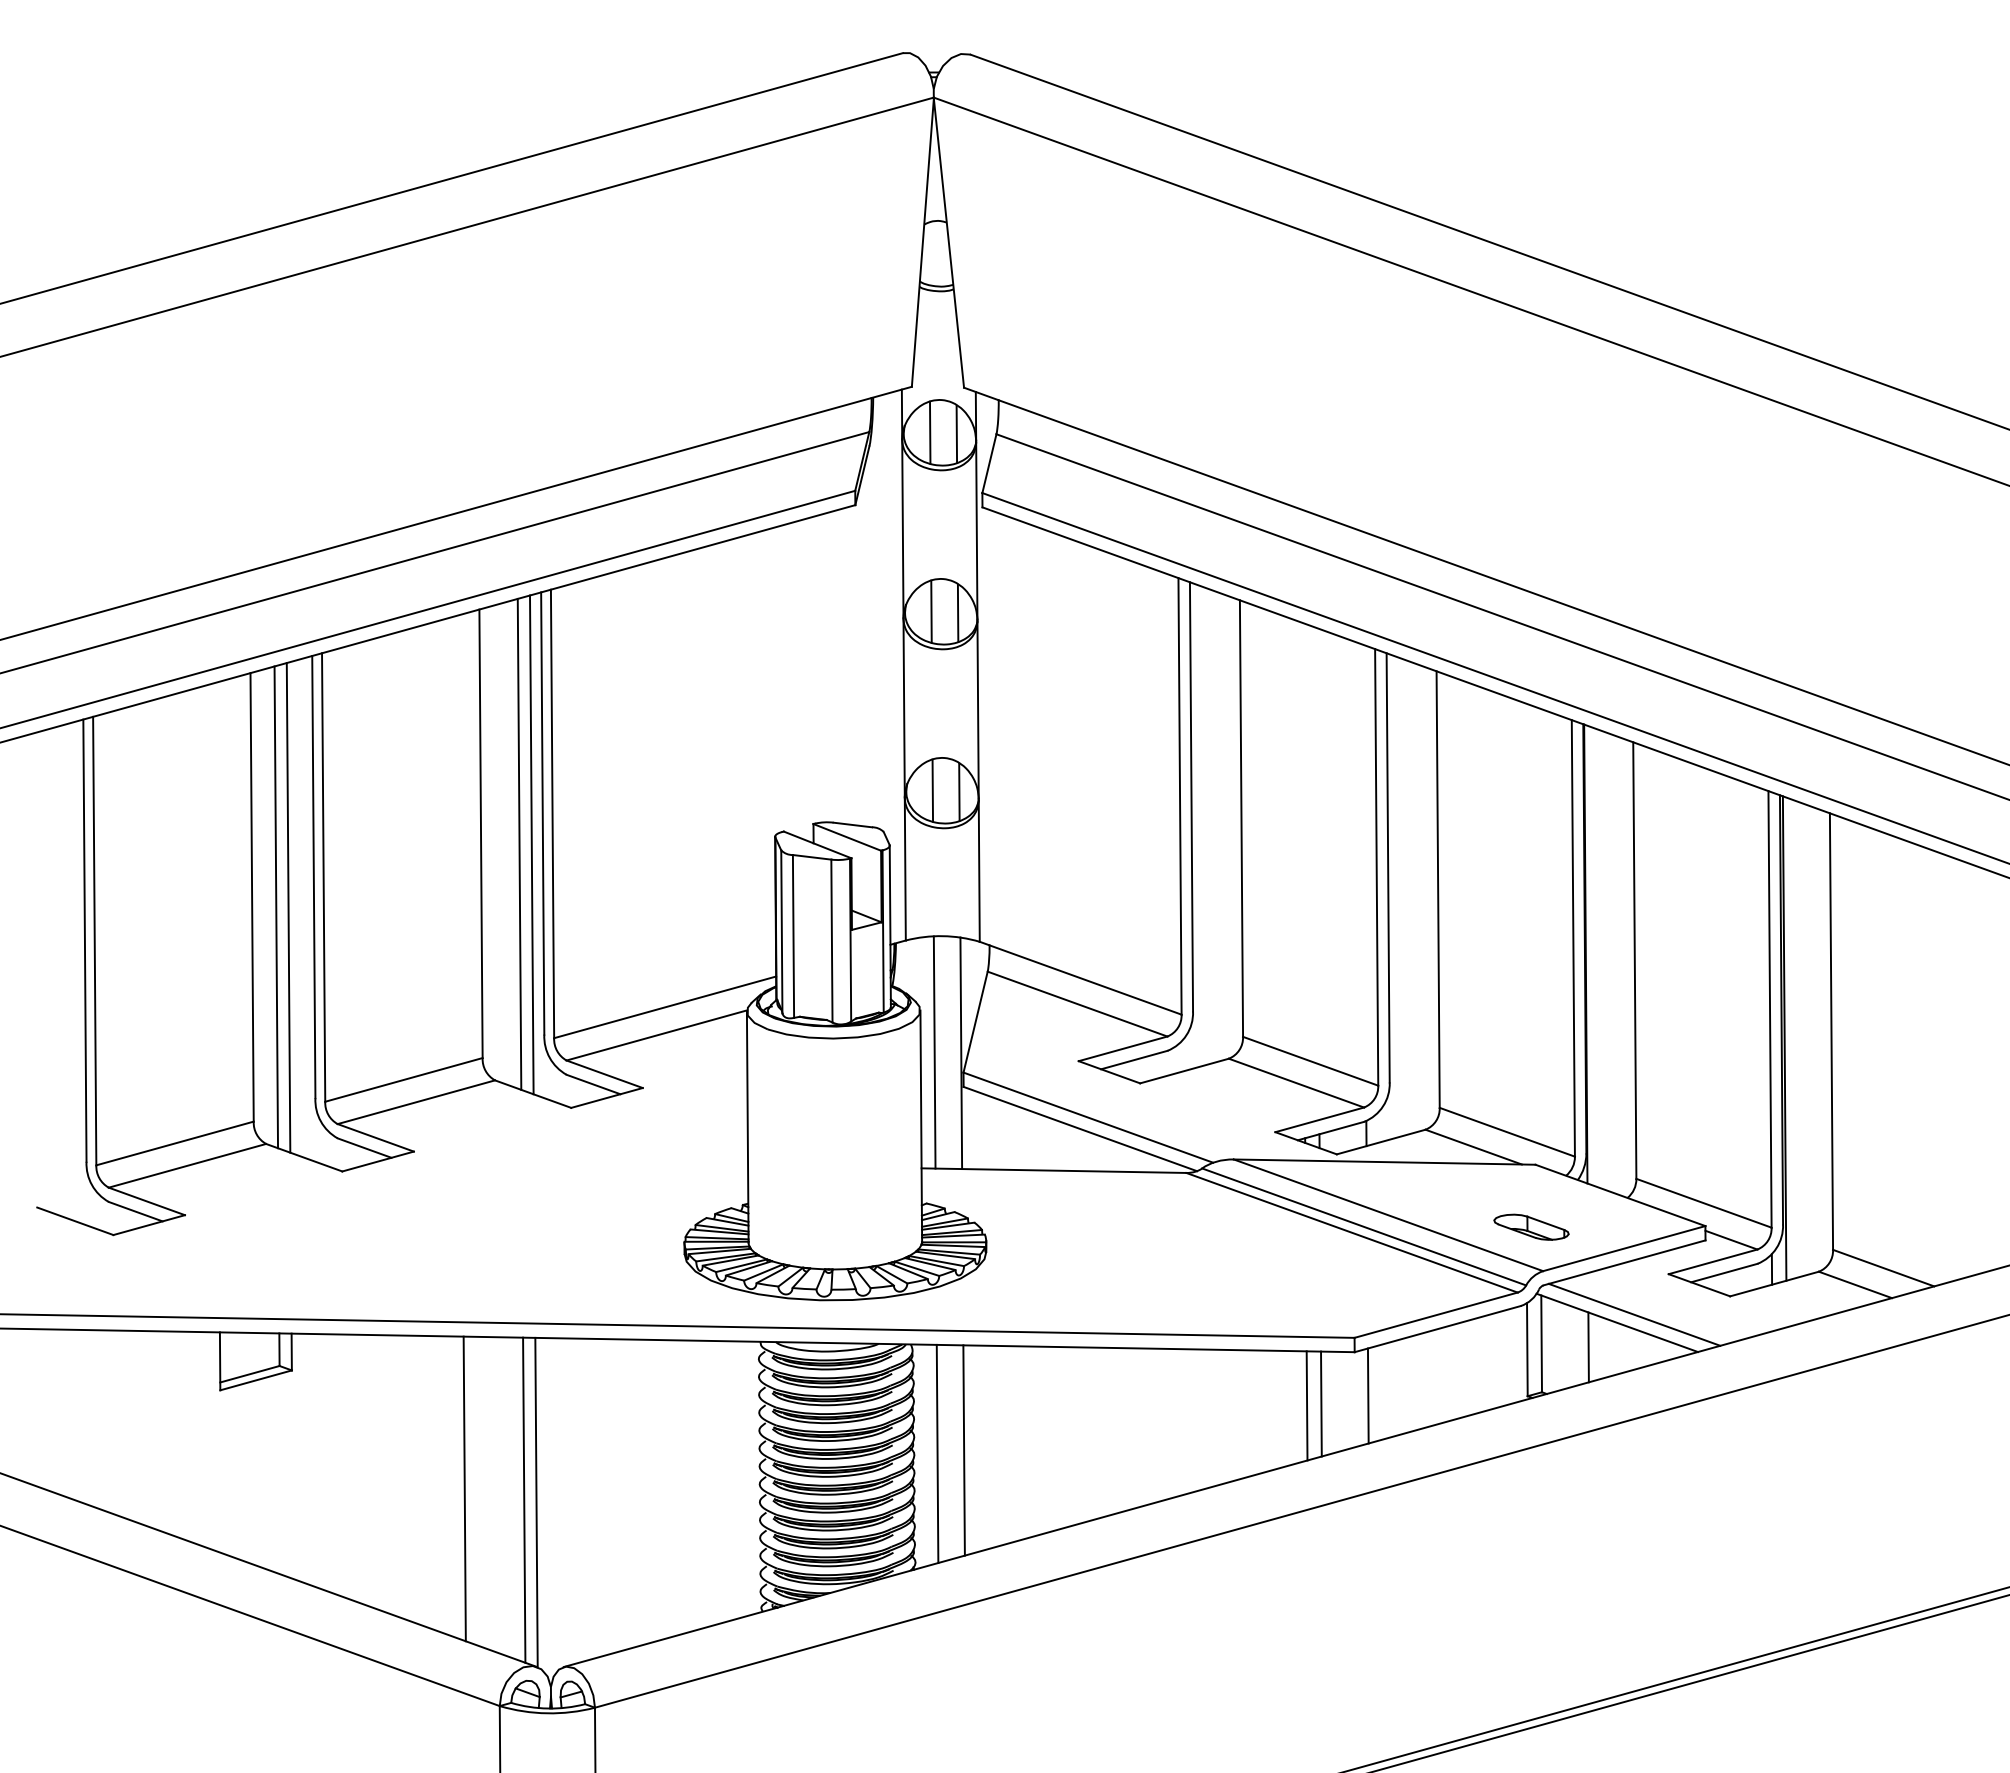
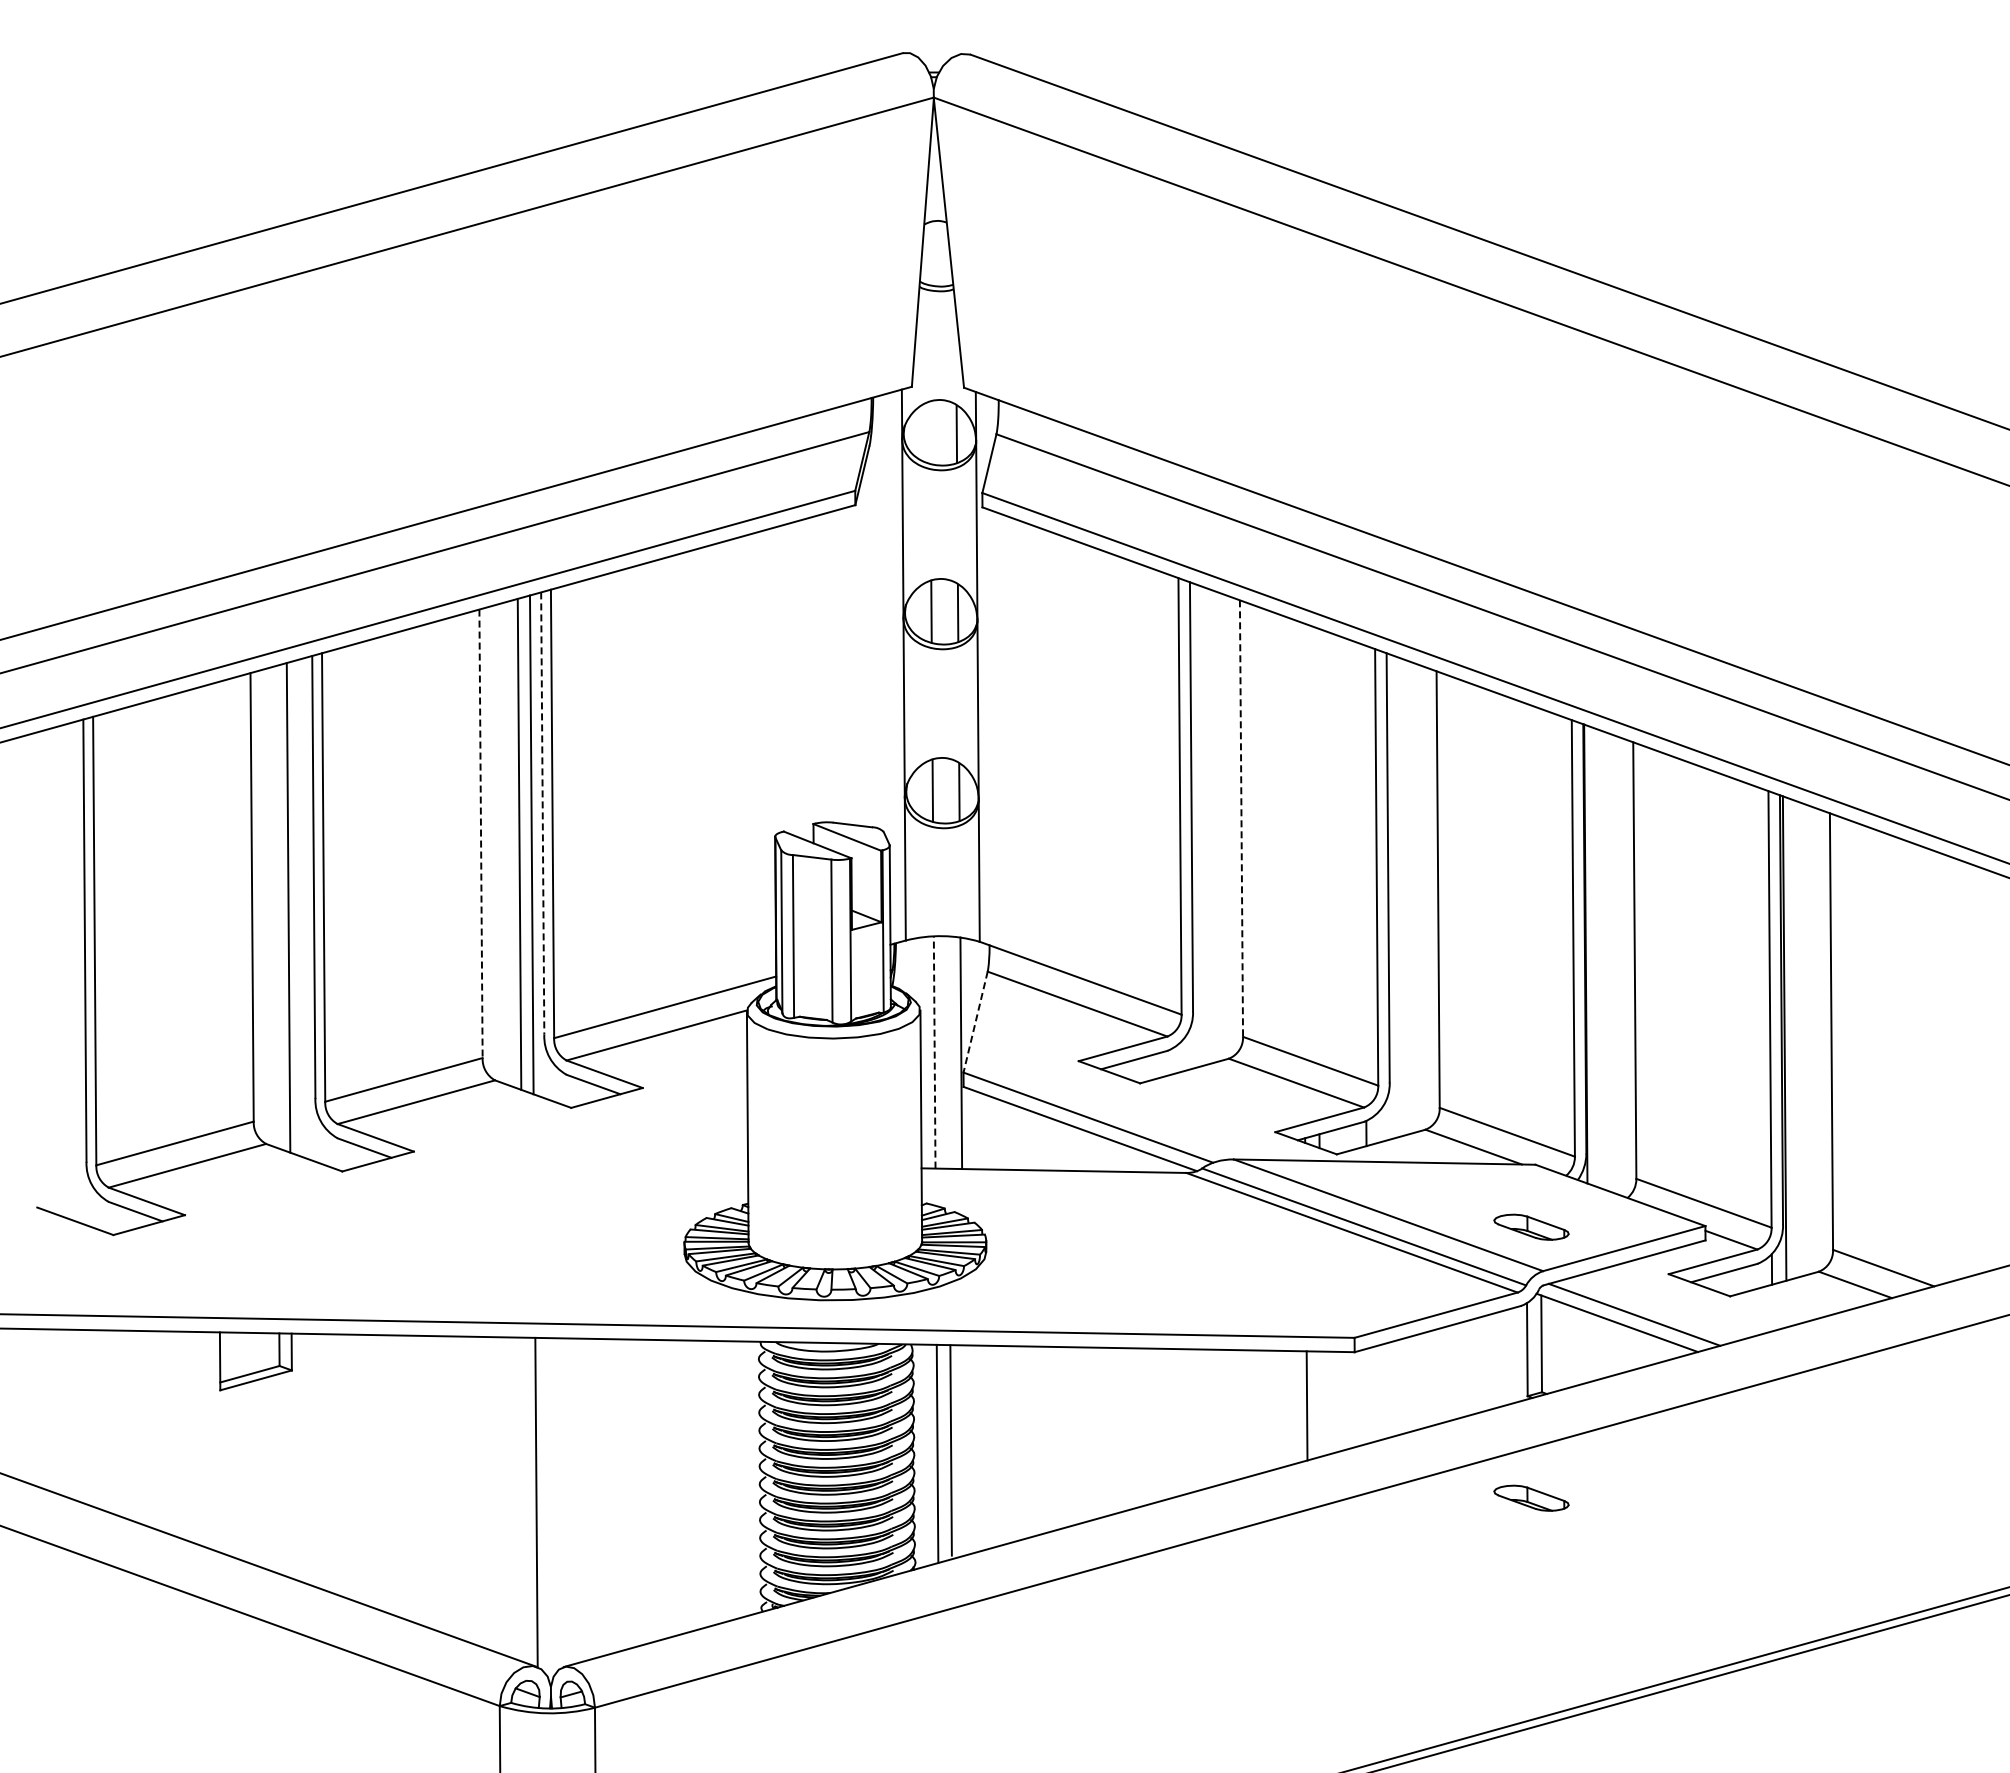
line at (930, 432): present -> none
line at (542, 814): solid -> dashed
line at (1241, 819): solid -> dashed
line at (481, 834): solid -> dashed
line at (276, 907): present -> none
line at (975, 1022): solid -> dashed
line at (934, 1052): solid -> dashed
line at (1588, 1347): present -> none
line at (1367, 1395): present -> none
line at (1321, 1403): present -> none
line at (963, 1450) position: (963, 1450) -> (950, 1450)
line at (464, 1488): present -> none
part at (1531, 1497): none -> present
line at (524, 1499): present -> none
